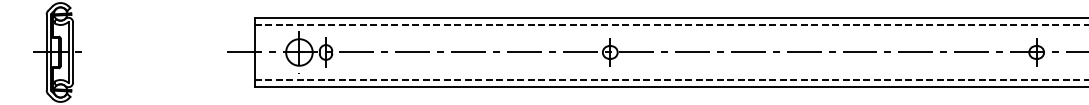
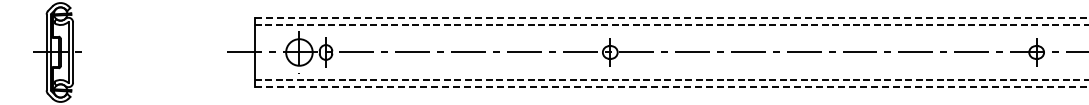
line at (671, 17): solid -> dashed
line at (671, 87): solid -> dashed
